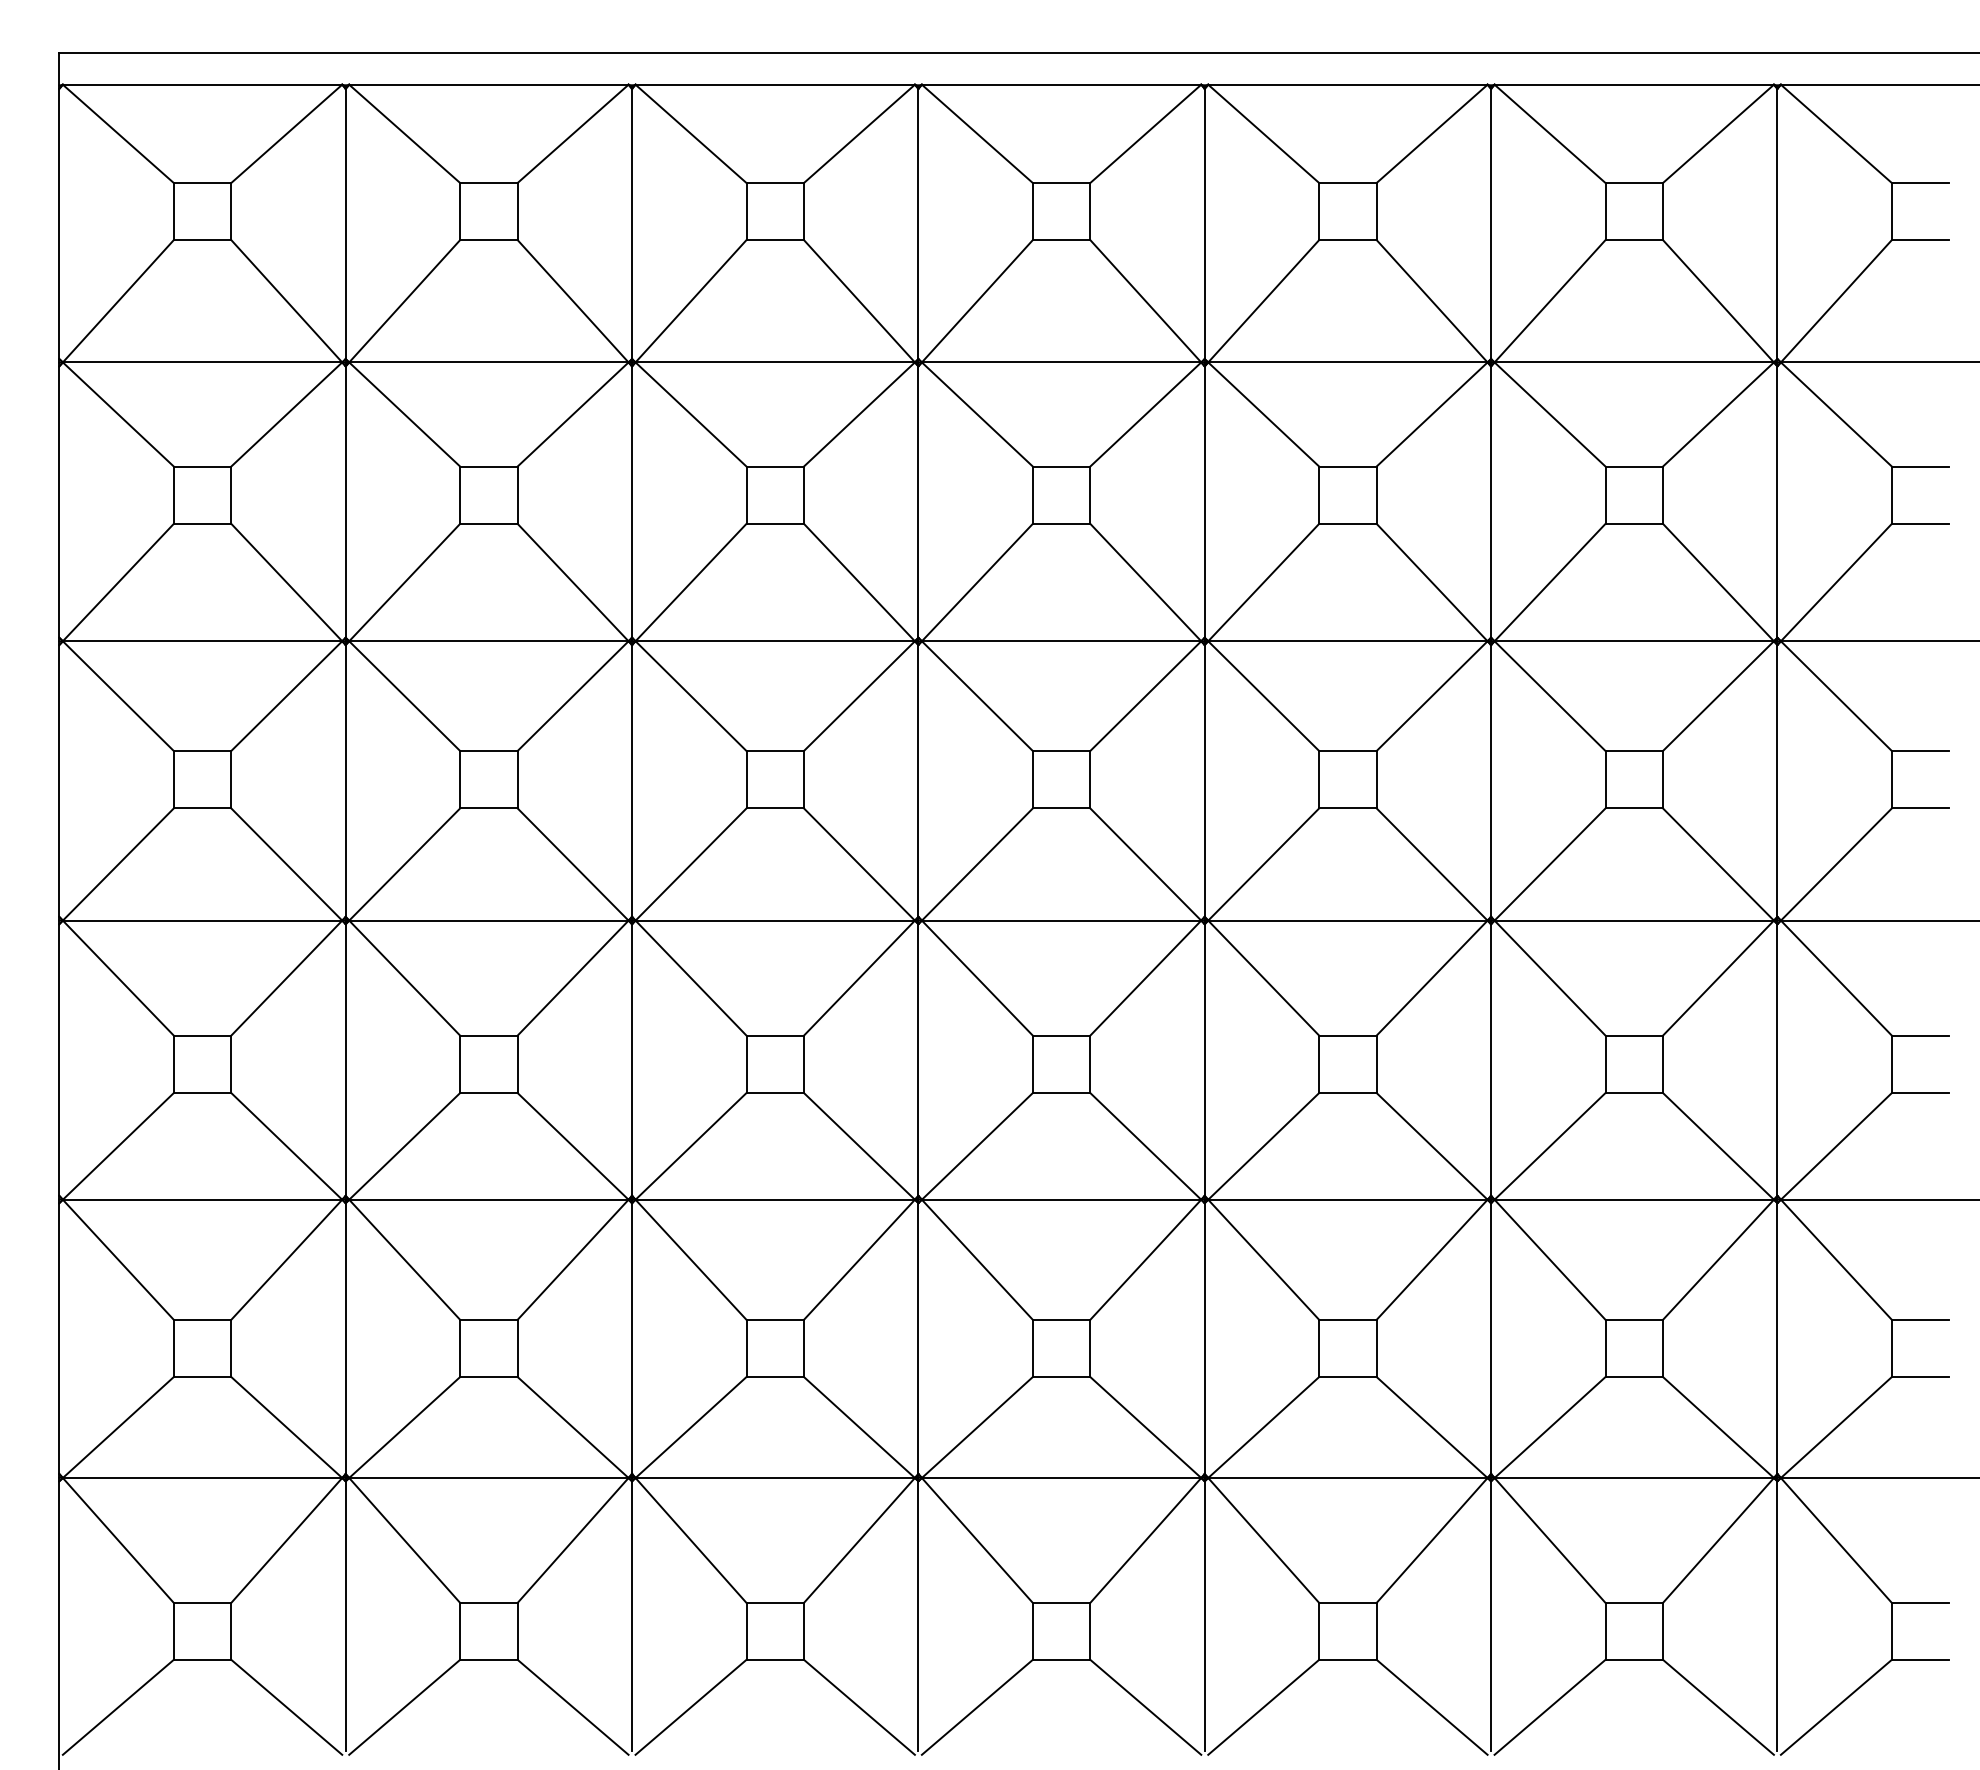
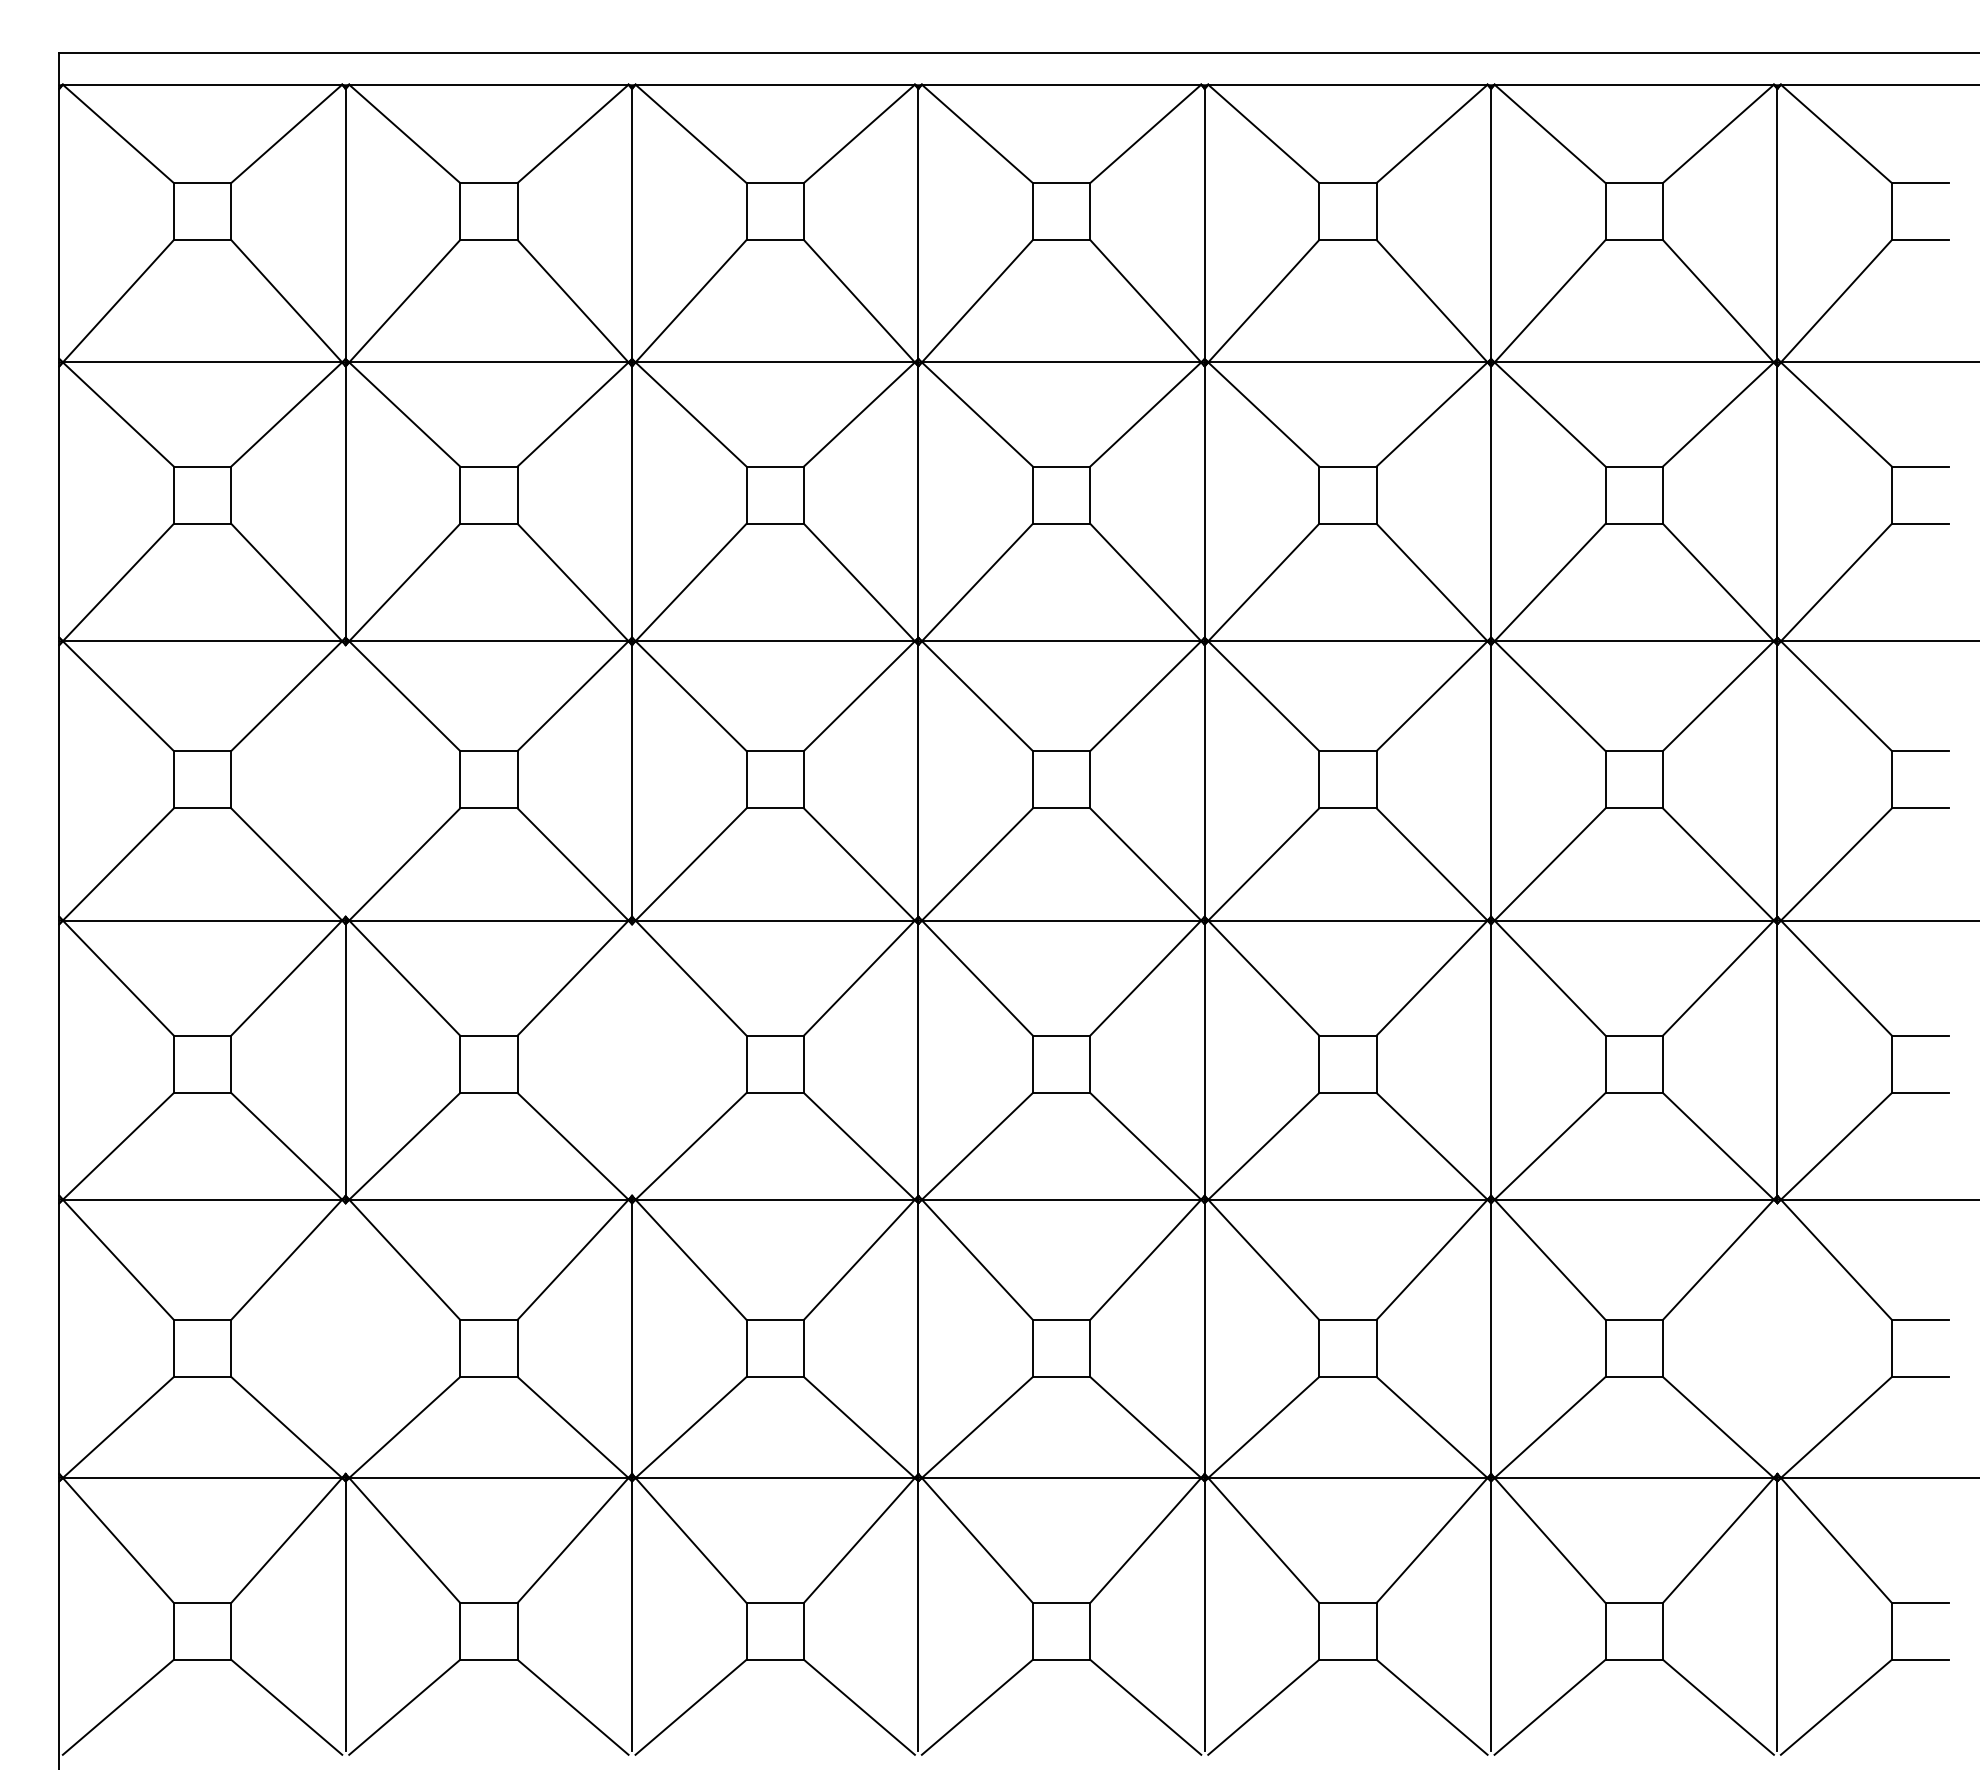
line at (345, 780): present -> none
line at (632, 1059): present -> none
line at (345, 1338): present -> none
line at (1777, 1338): present -> none
